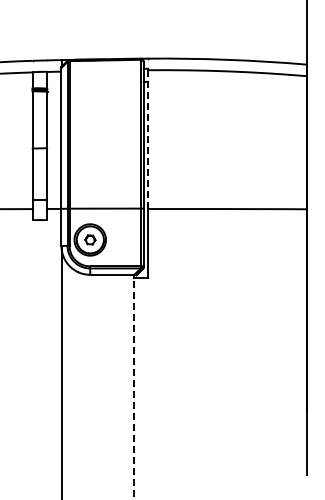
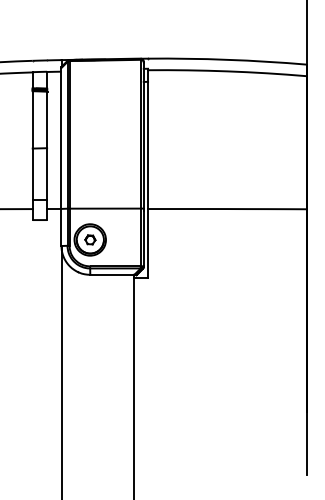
line at (148, 140): dashed -> solid
line at (133, 388): dashed -> solid
